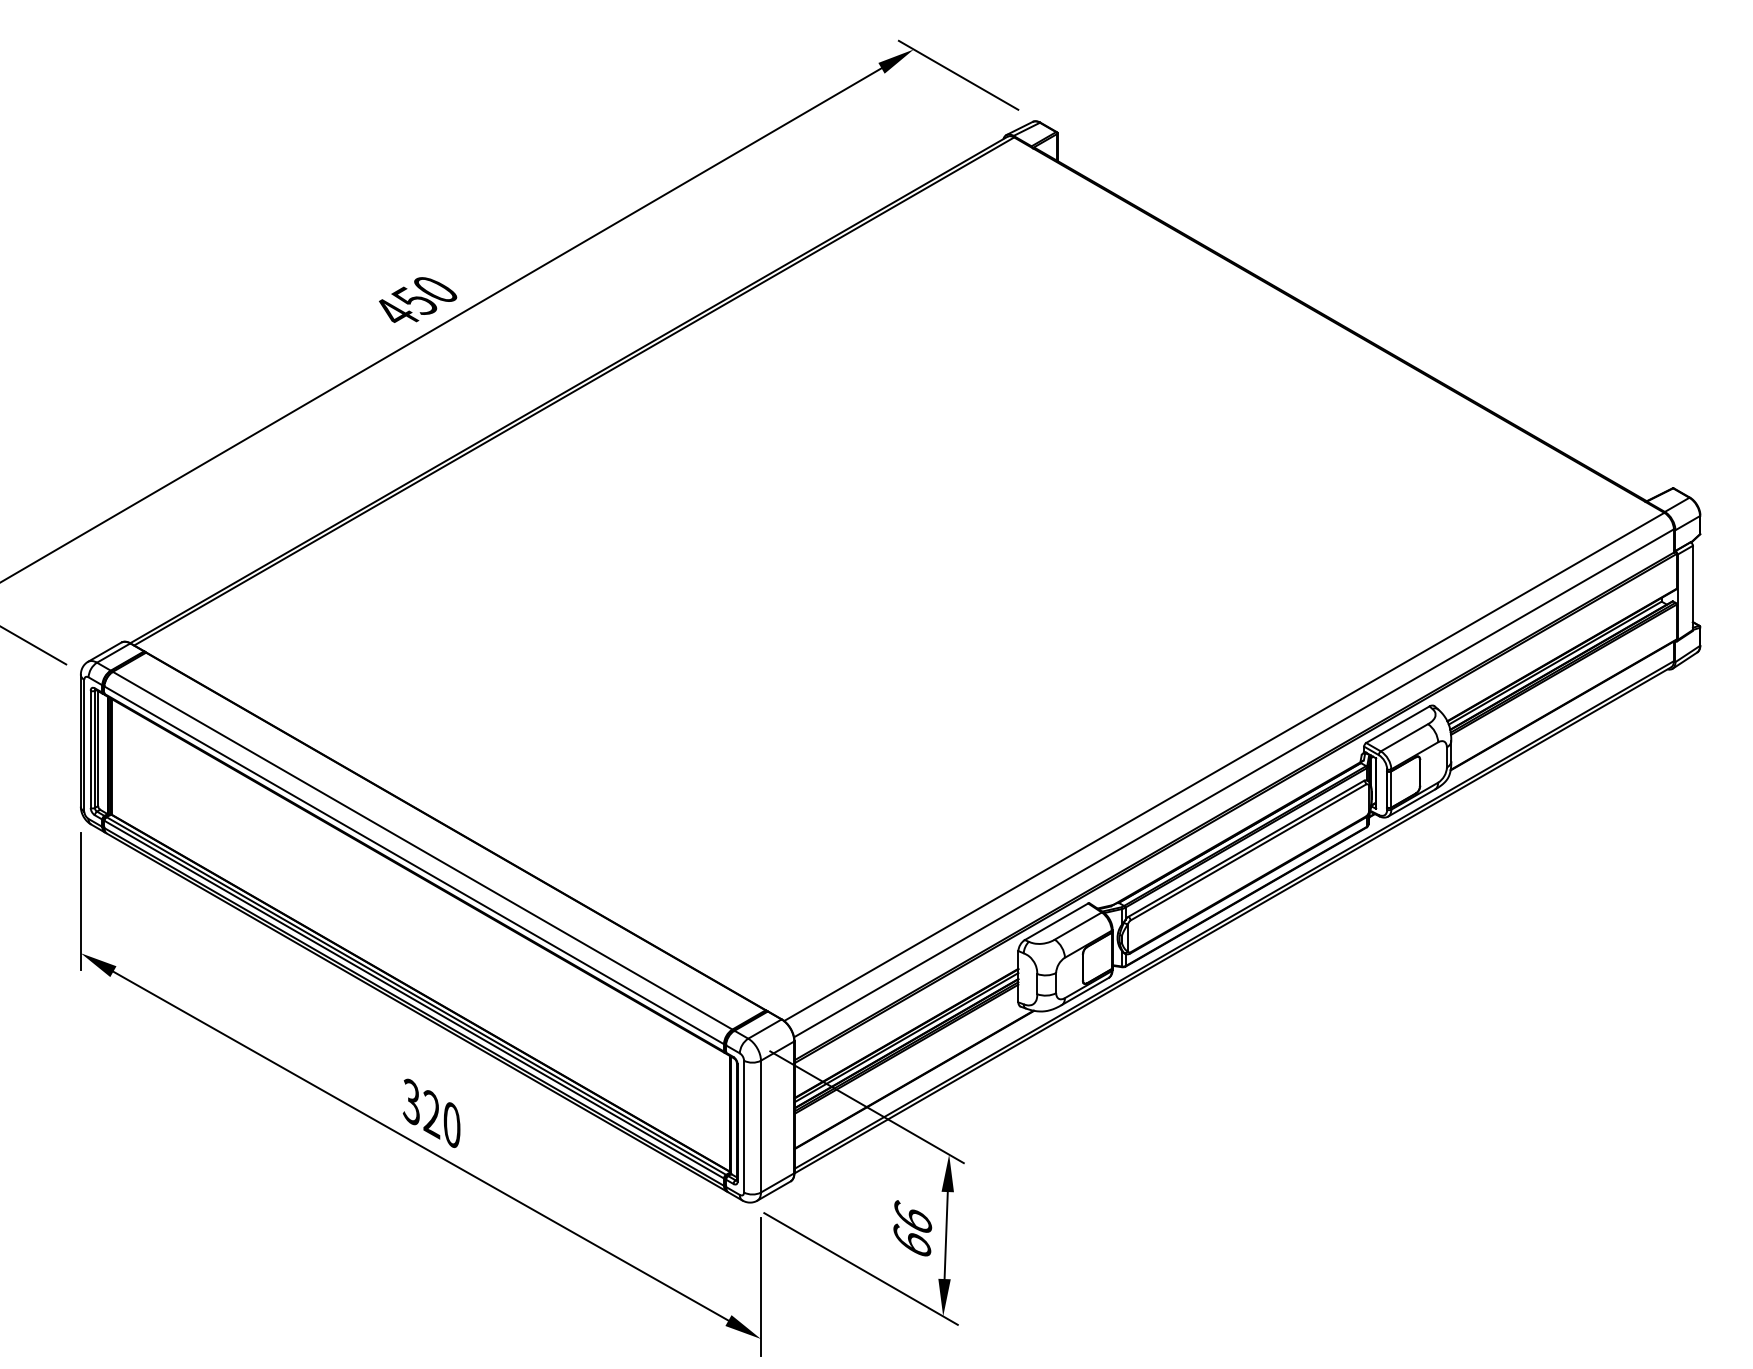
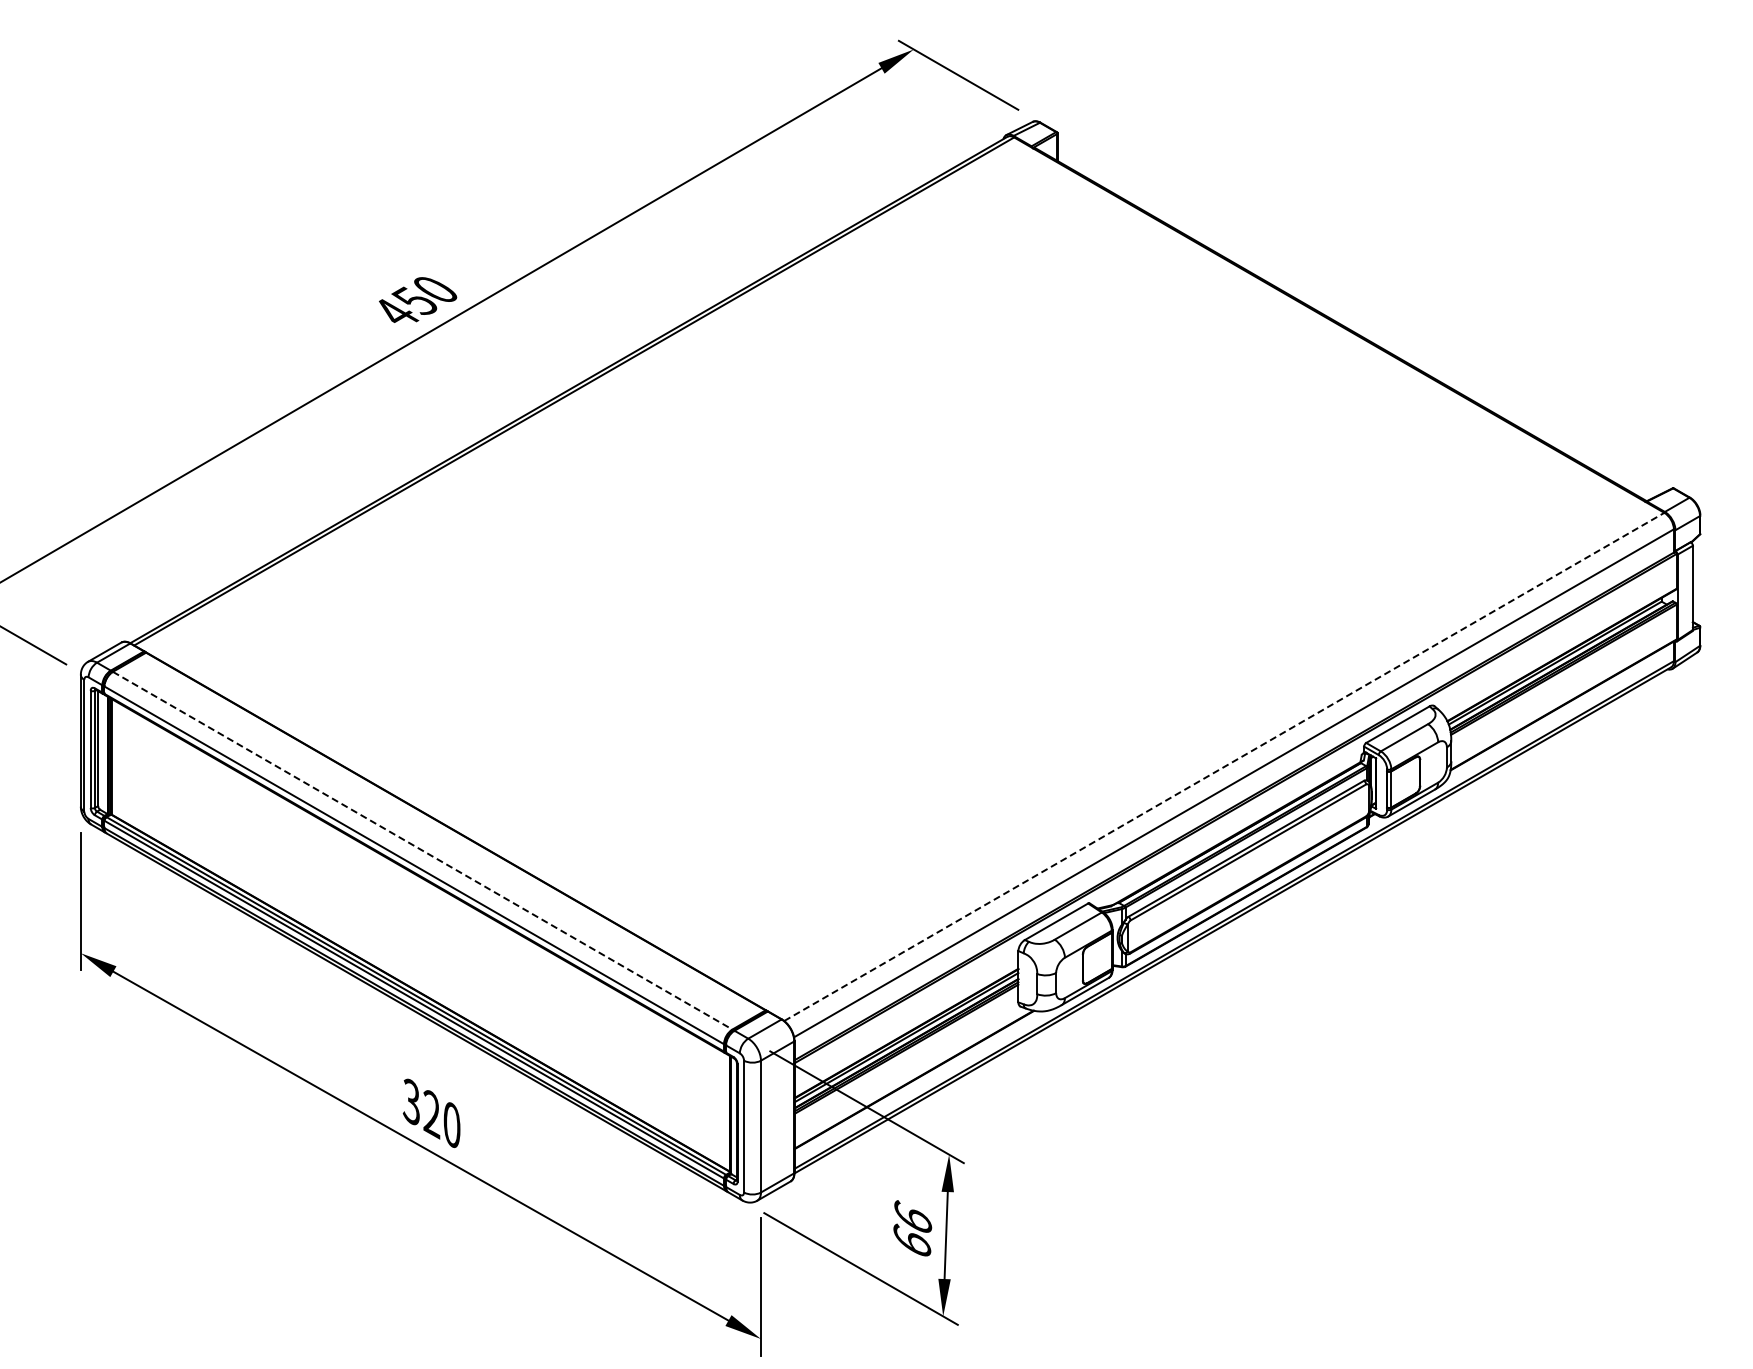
line at (1224, 766): solid -> dashed
line at (422, 850): solid -> dashed
